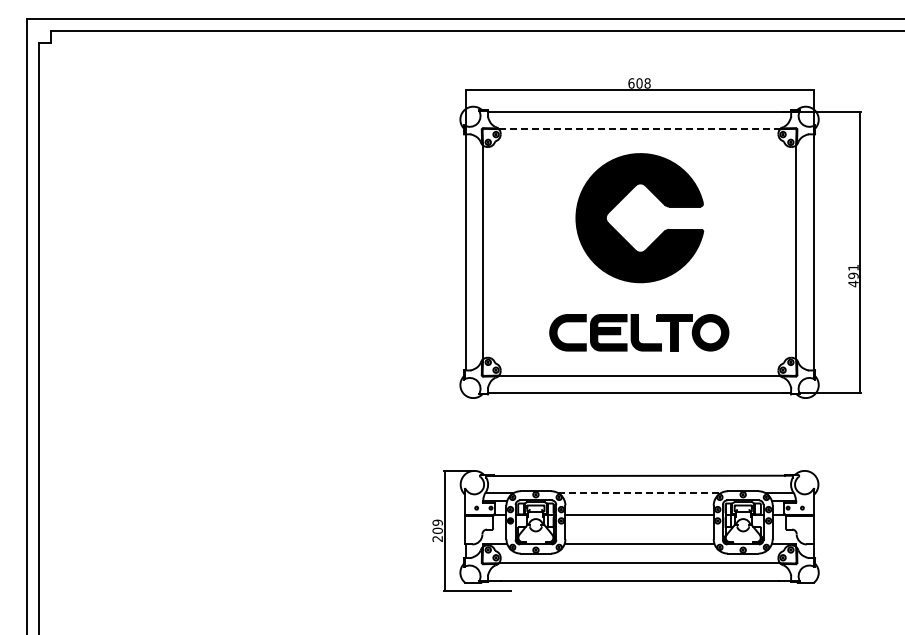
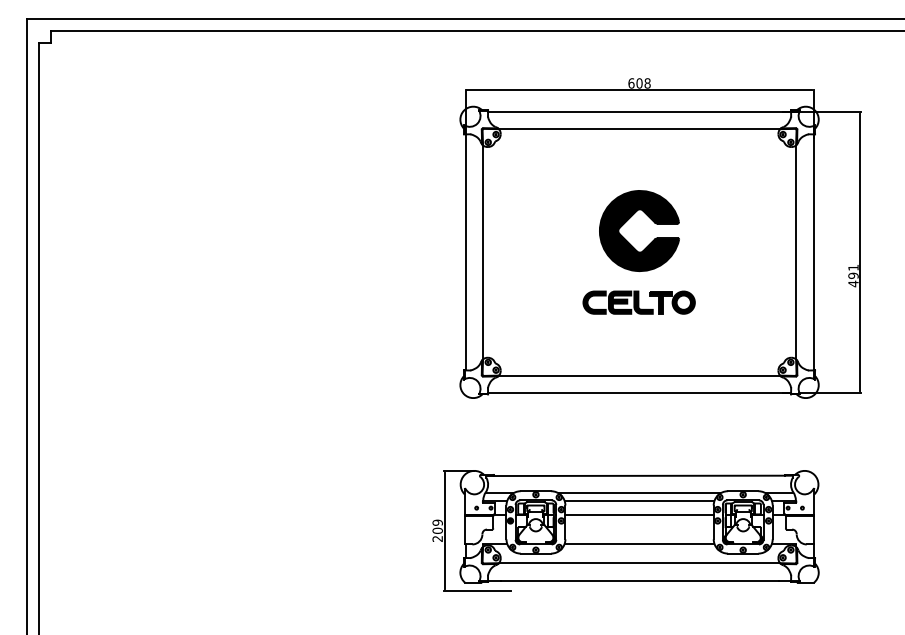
line at (639, 129): dashed -> solid
part at (639, 252) size: 181x199 px -> 114x125 px
line at (639, 492): dashed -> solid
line at (639, 500): none -> present
